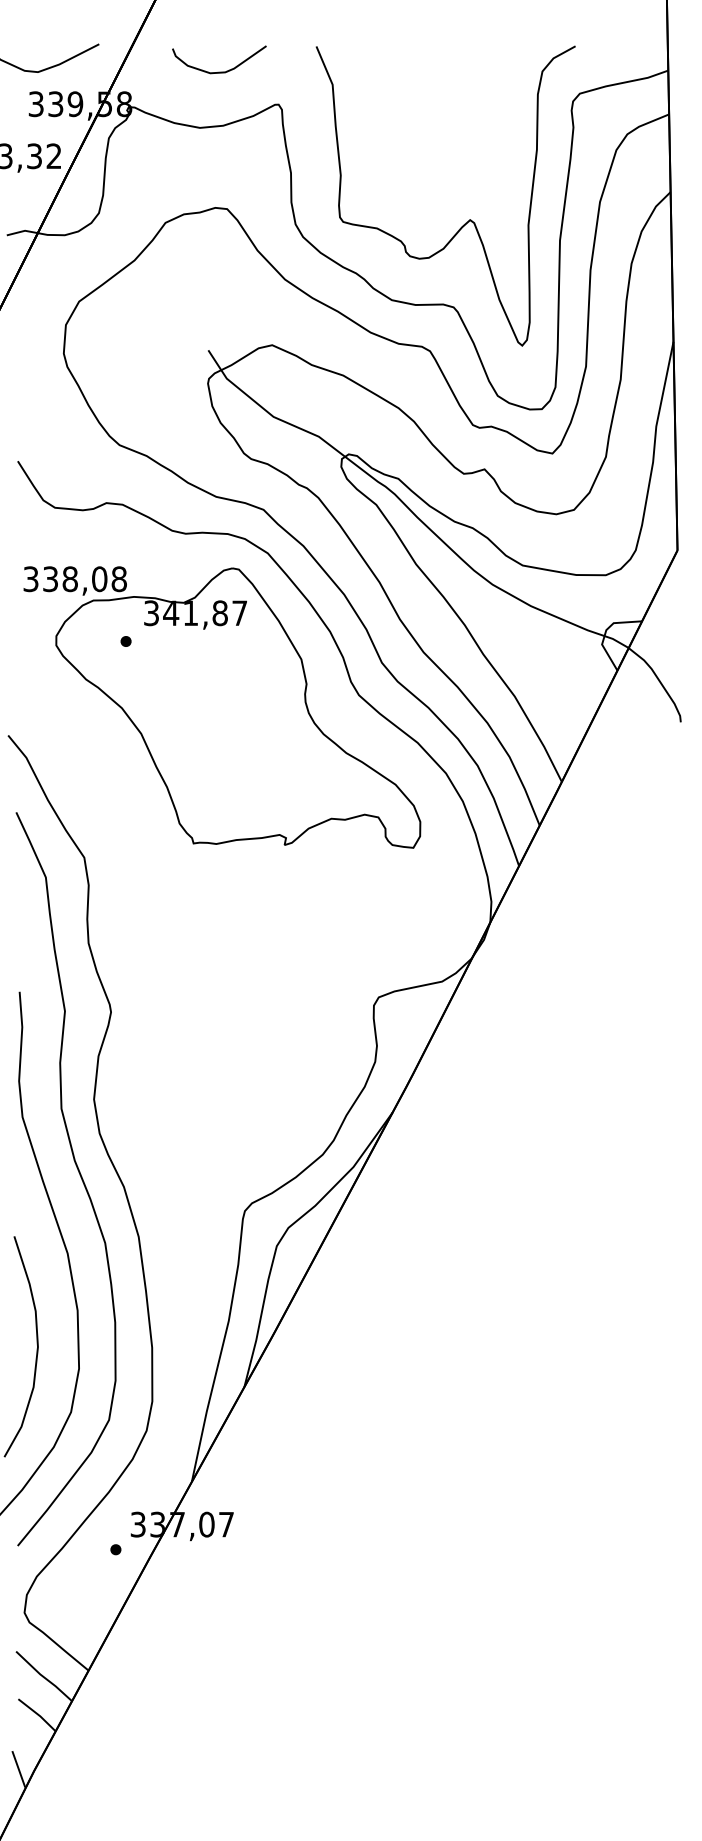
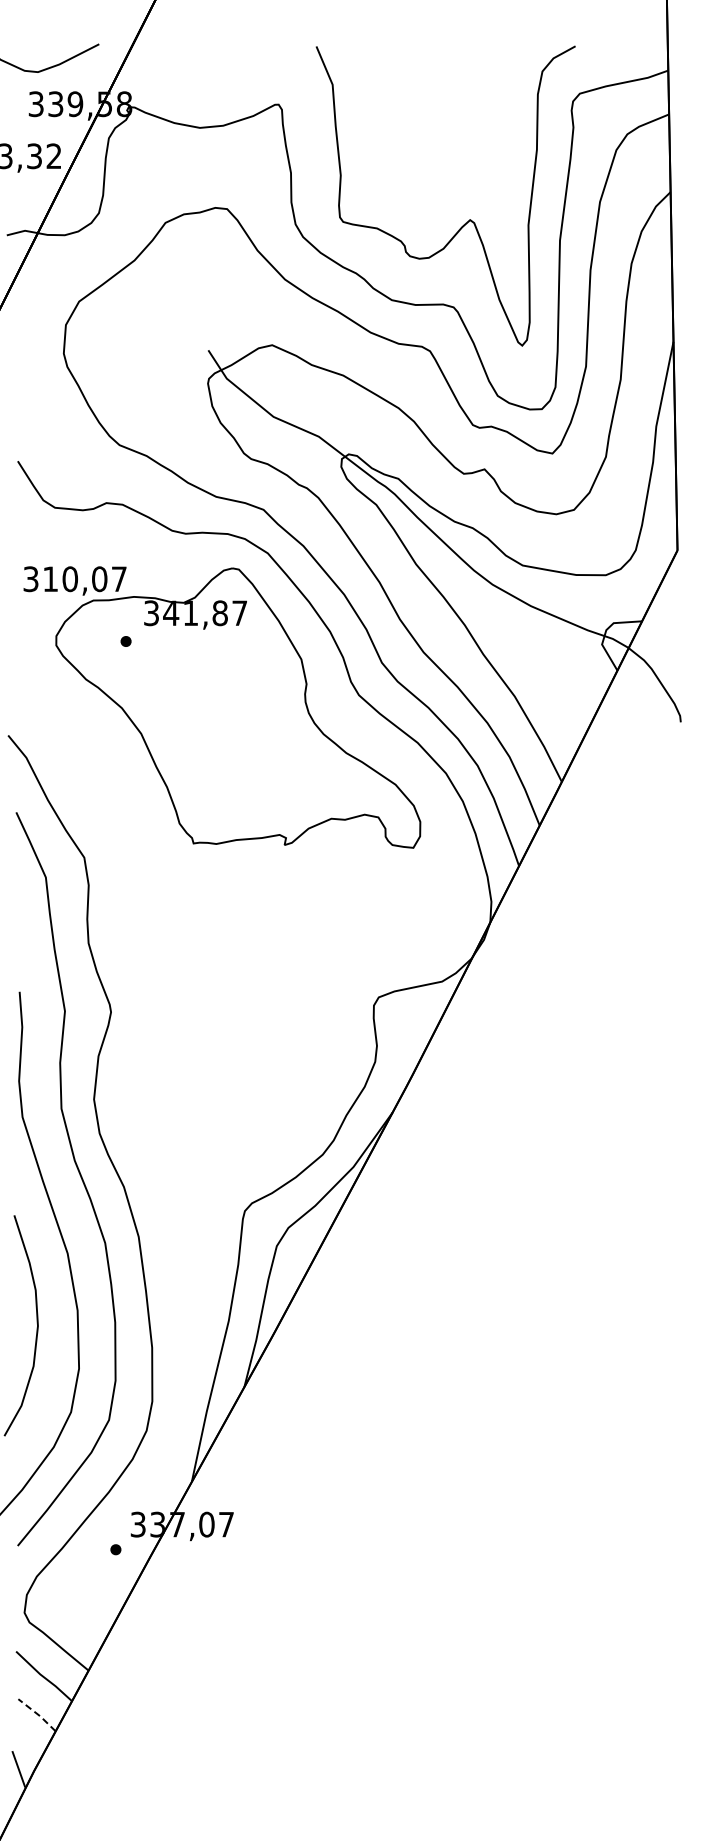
curve at (219, 71): present -> none
text at (84, 579): 338,08 -> 310,07
curve at (36, 1344) position: (36, 1344) -> (36, 1323)
line at (38, 1714): solid -> dashed
